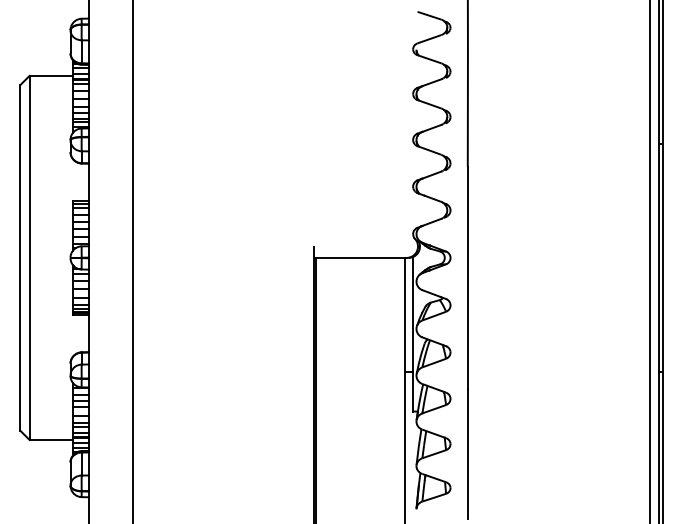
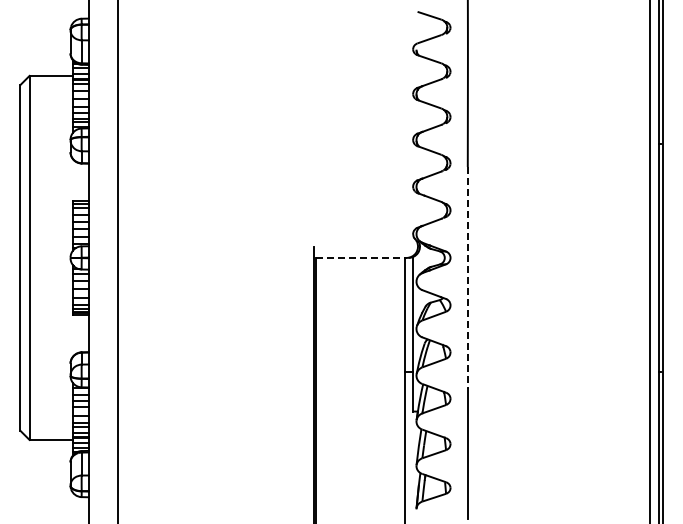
line at (361, 257): solid -> dashed
line at (133, 261) position: (133, 261) -> (118, 261)
line at (467, 278): solid -> dashed
